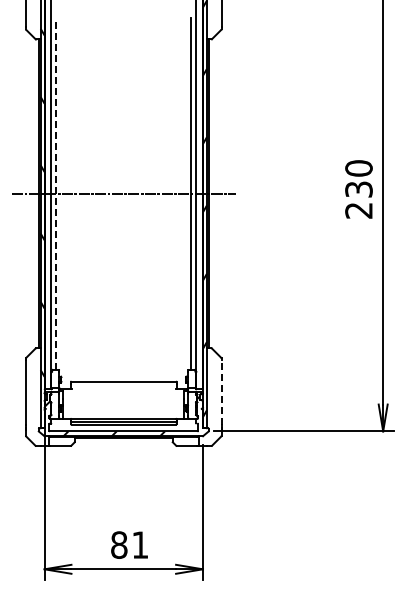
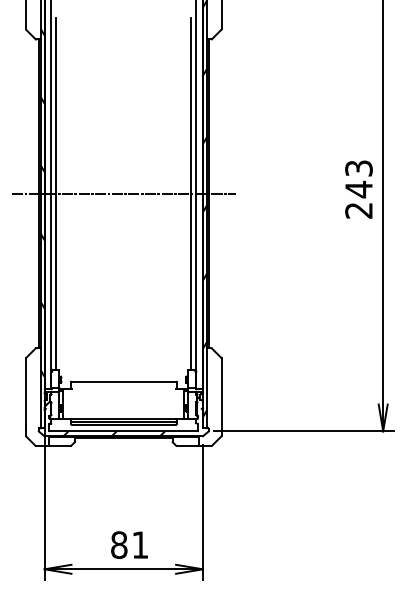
text at (358, 179): 230 -> 243
line at (56, 193): dashed -> solid
line at (221, 392): dashed -> solid
